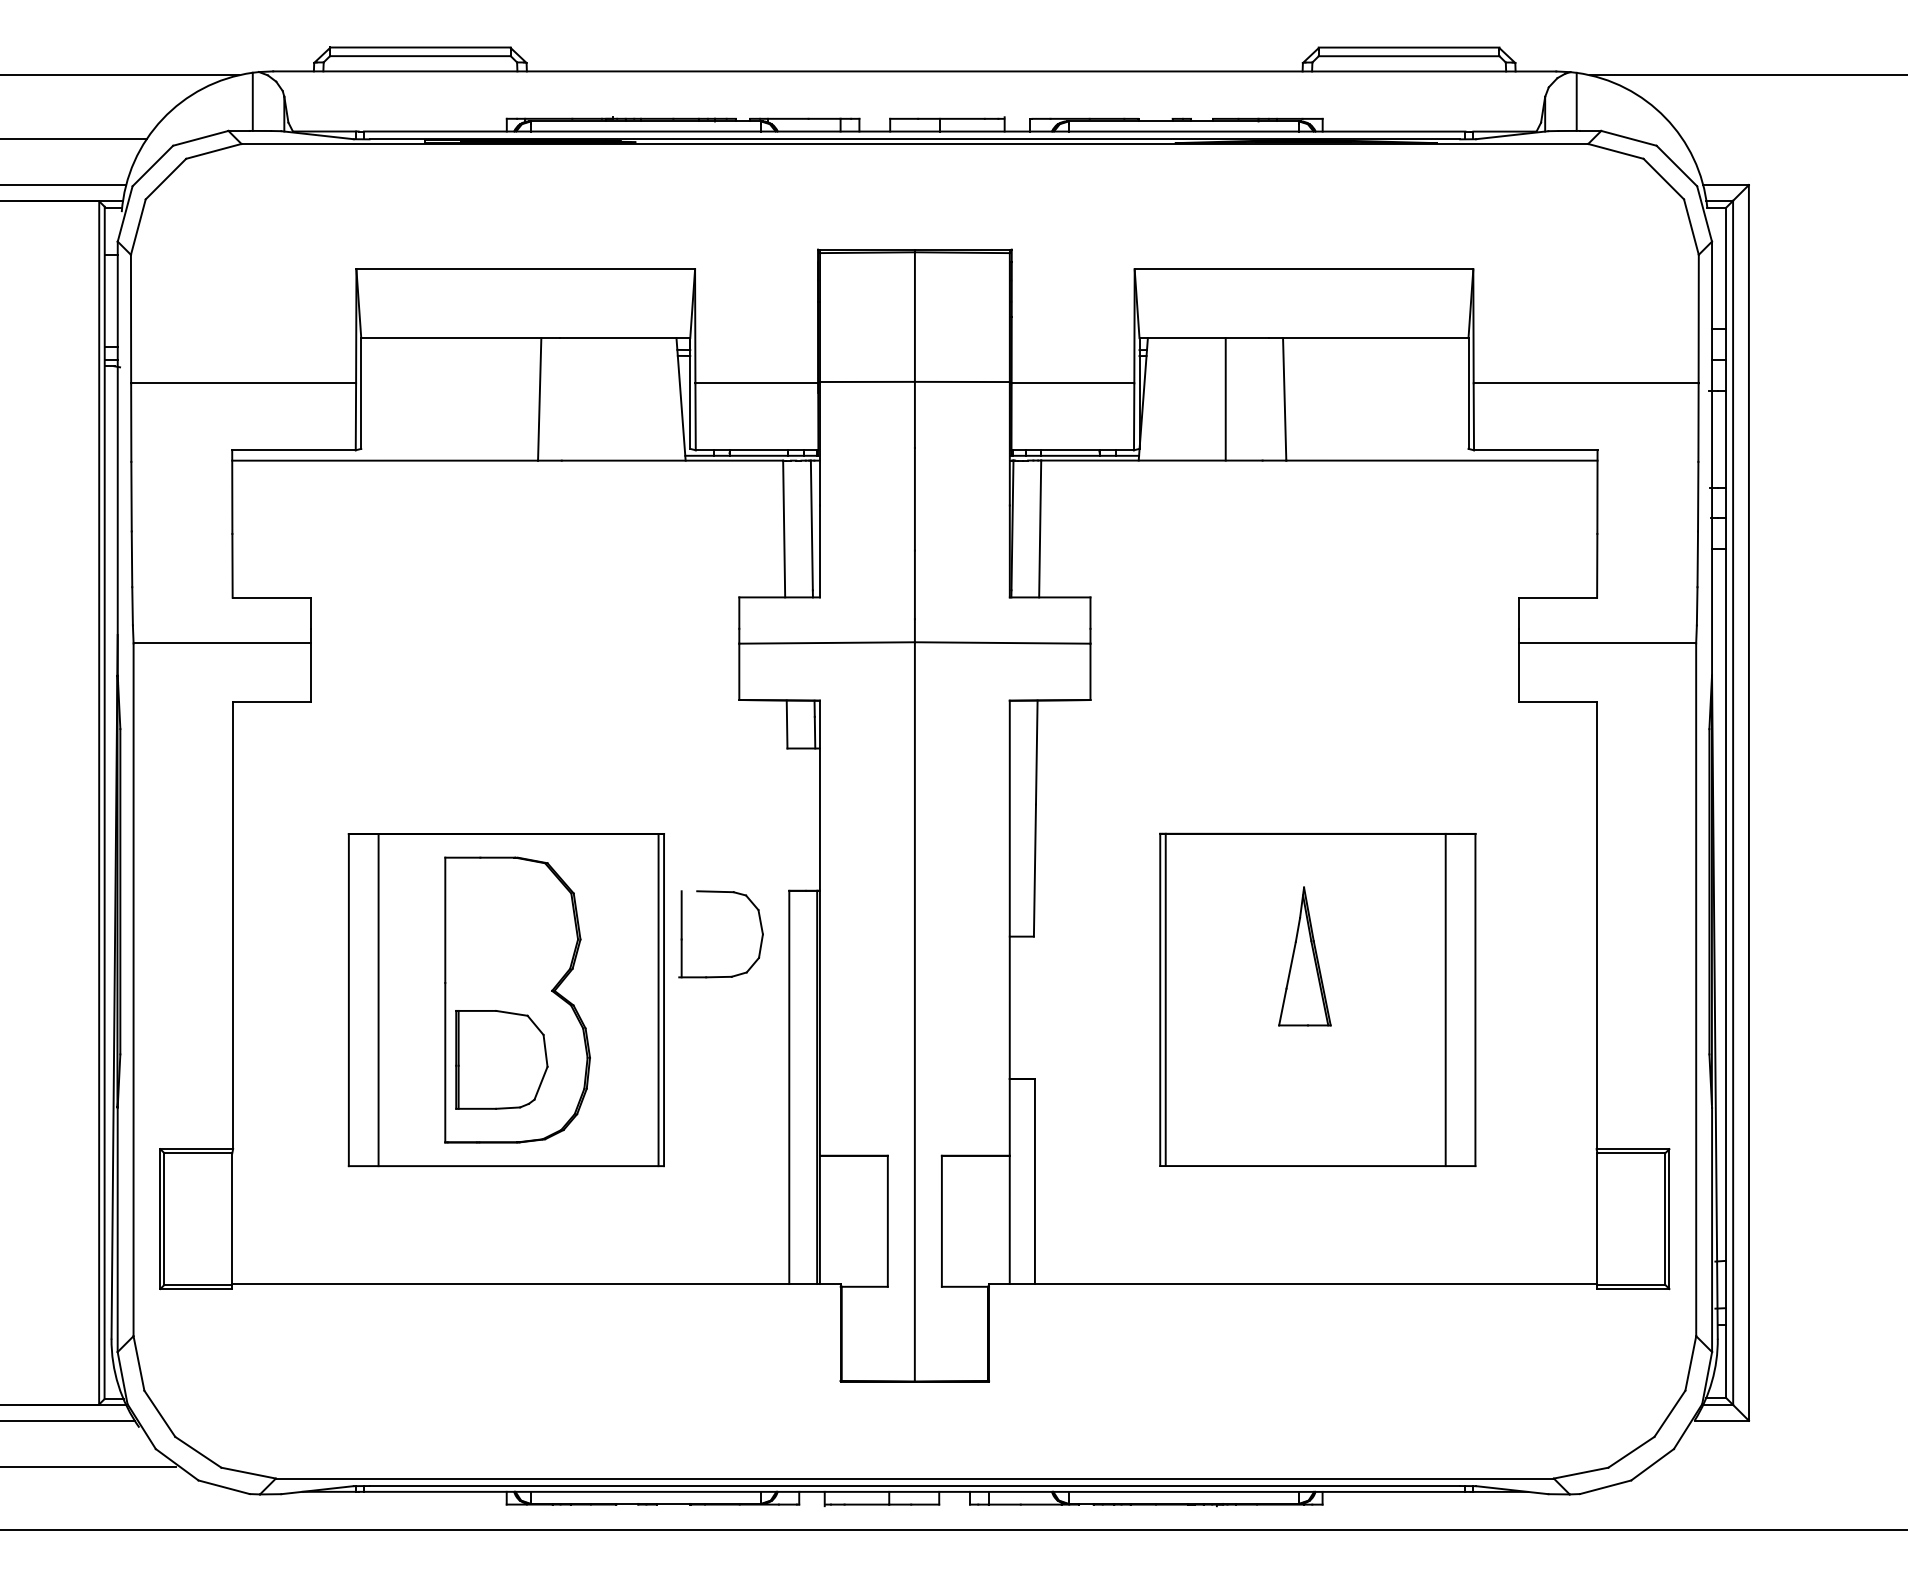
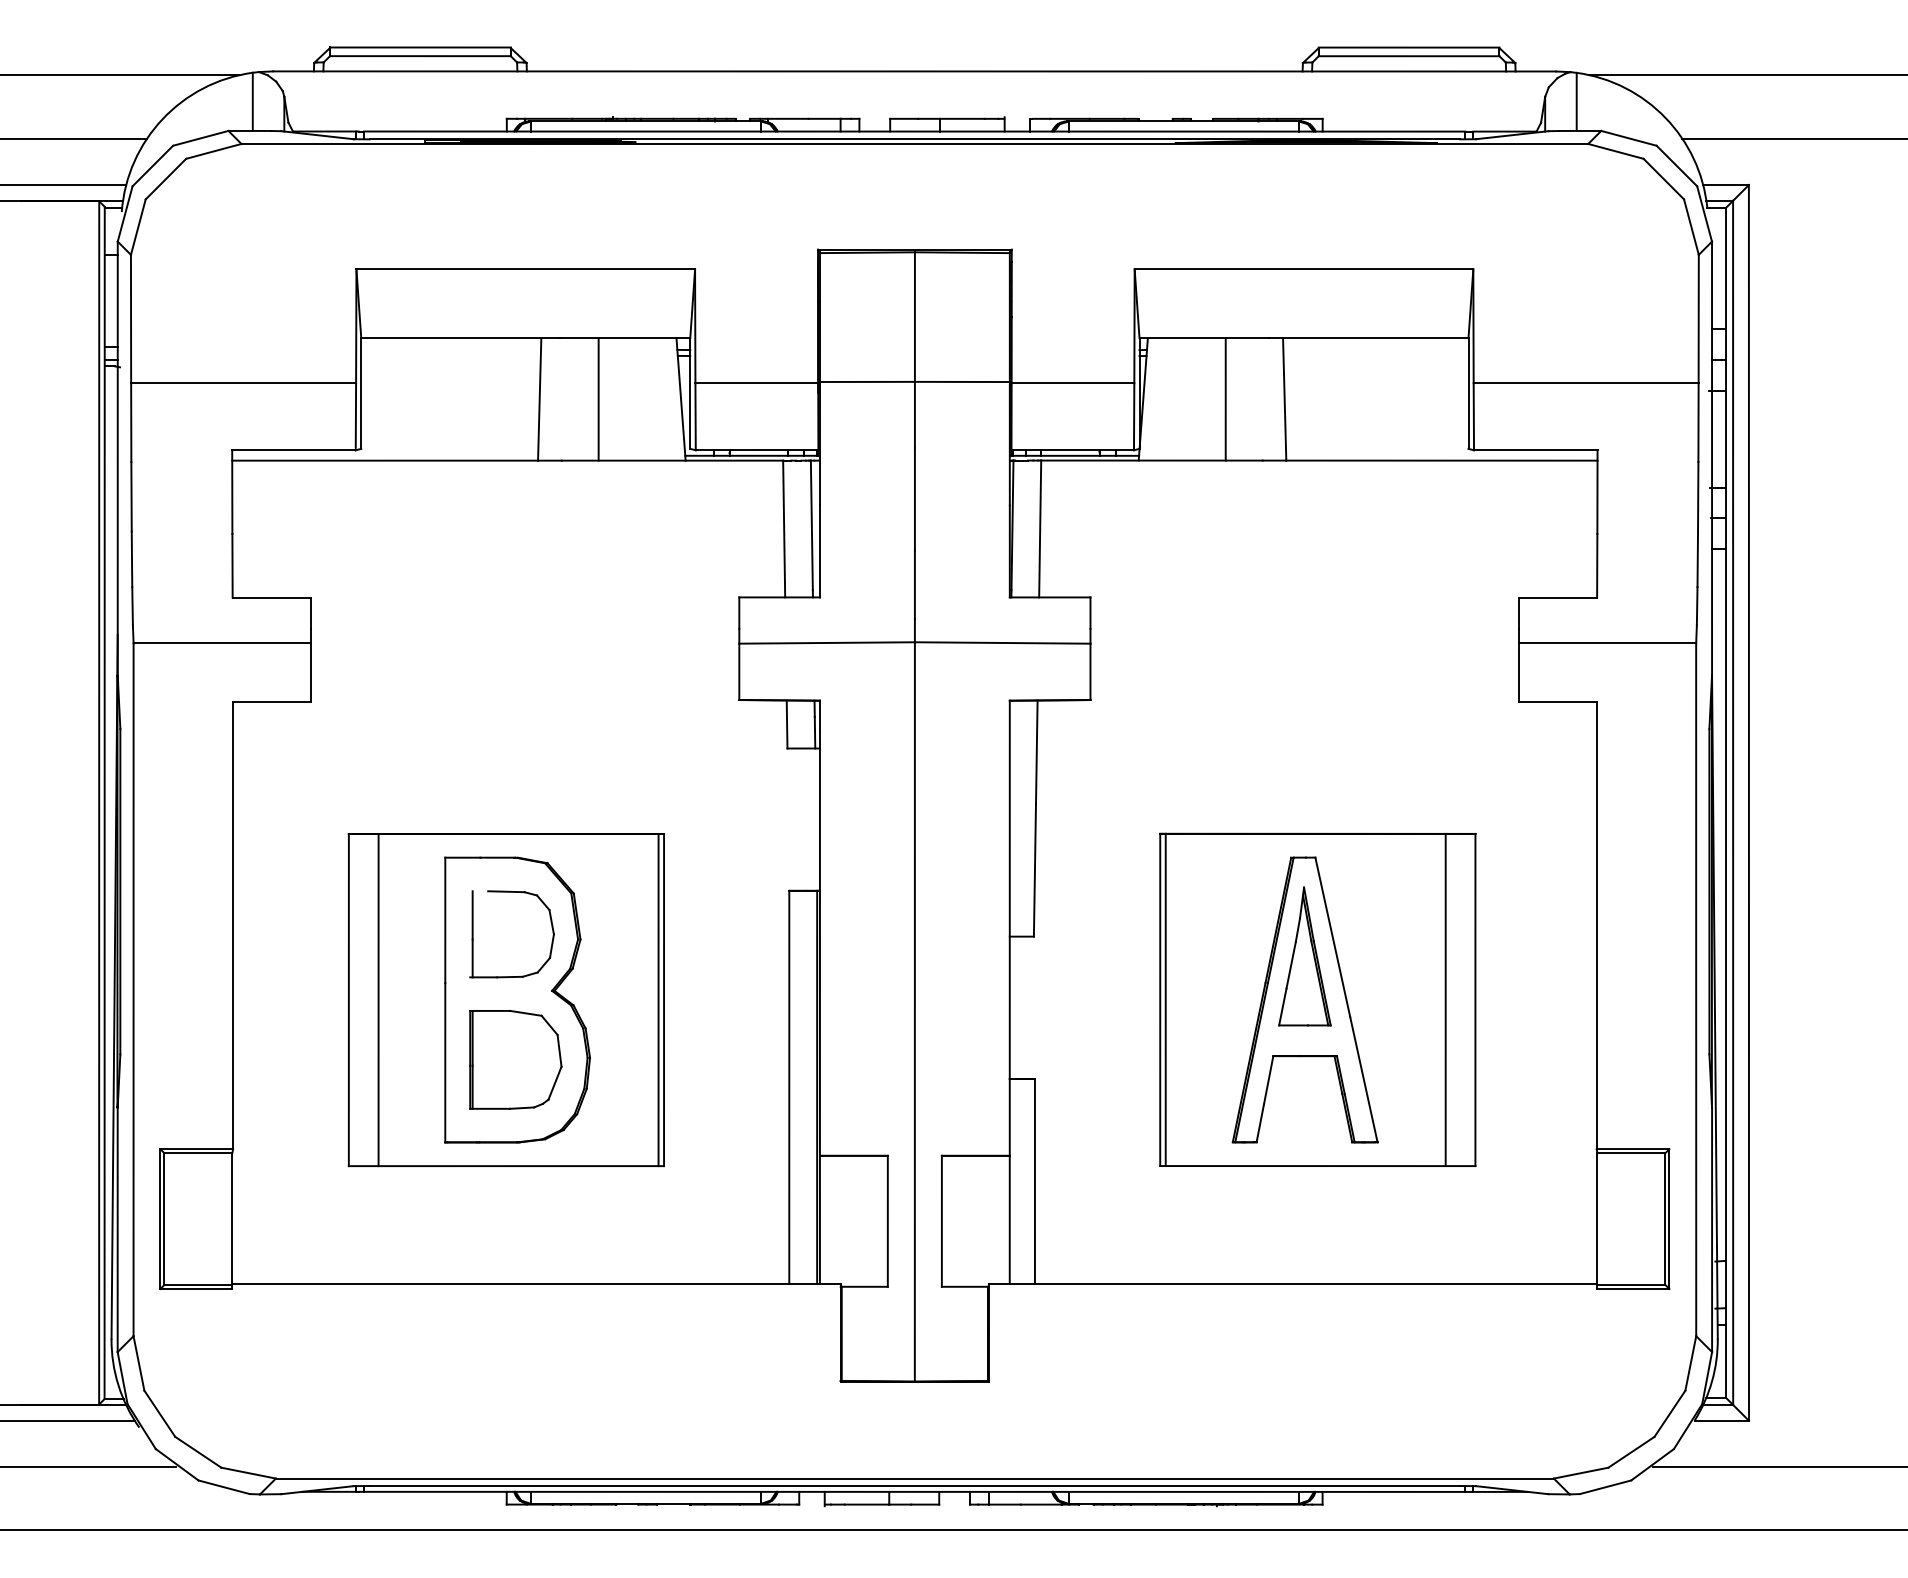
line at (1793, 138): none -> present
line at (598, 399): none -> present
part at (682, 934) position: (682, 934) -> (473, 934)
part at (1304, 999): none -> present
part at (501, 1059) position: (501, 1059) -> (515, 1059)
line at (1778, 1467): none -> present
